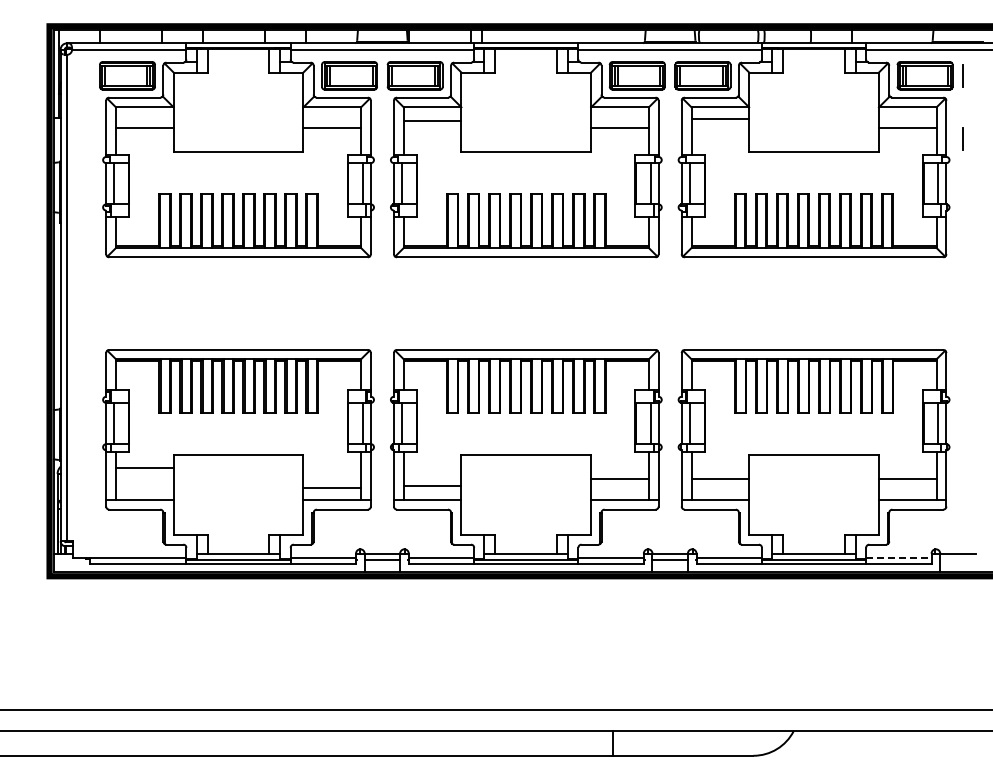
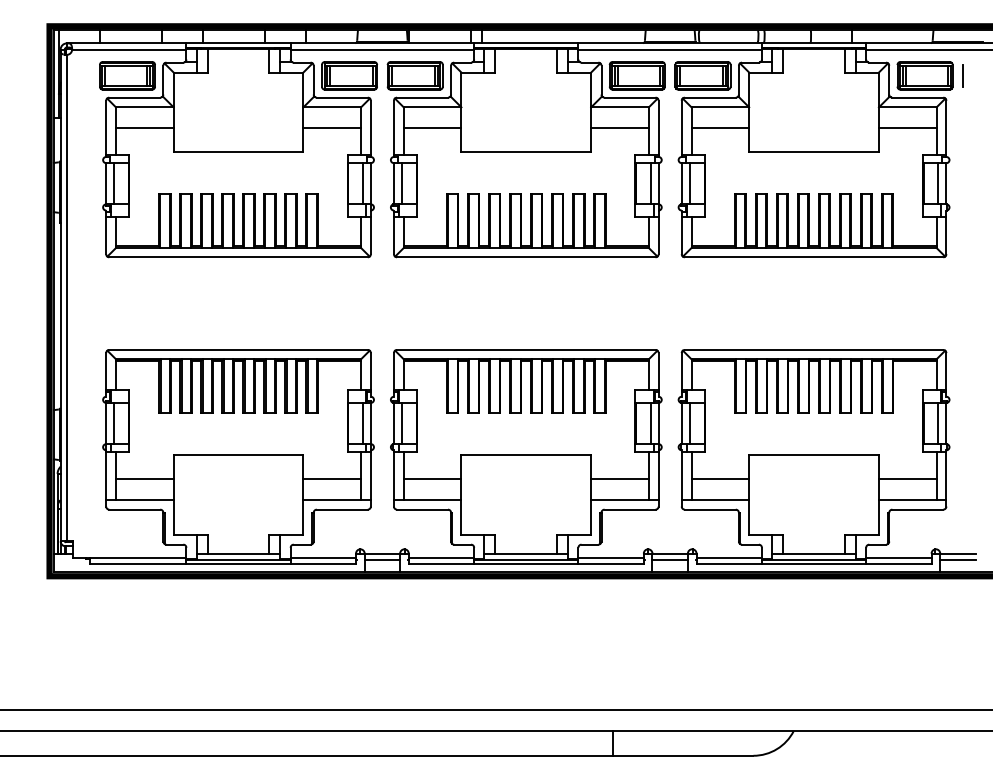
line at (720, 118) position: (720, 118) -> (720, 127)
line at (432, 120) position: (432, 120) -> (432, 127)
line at (962, 138): present -> none
line at (144, 468) position: (144, 468) -> (144, 479)
line at (432, 486) position: (432, 486) -> (432, 479)
line at (332, 488) position: (332, 488) -> (332, 479)
line at (898, 557): dashed -> solid
line at (957, 559): none -> present
